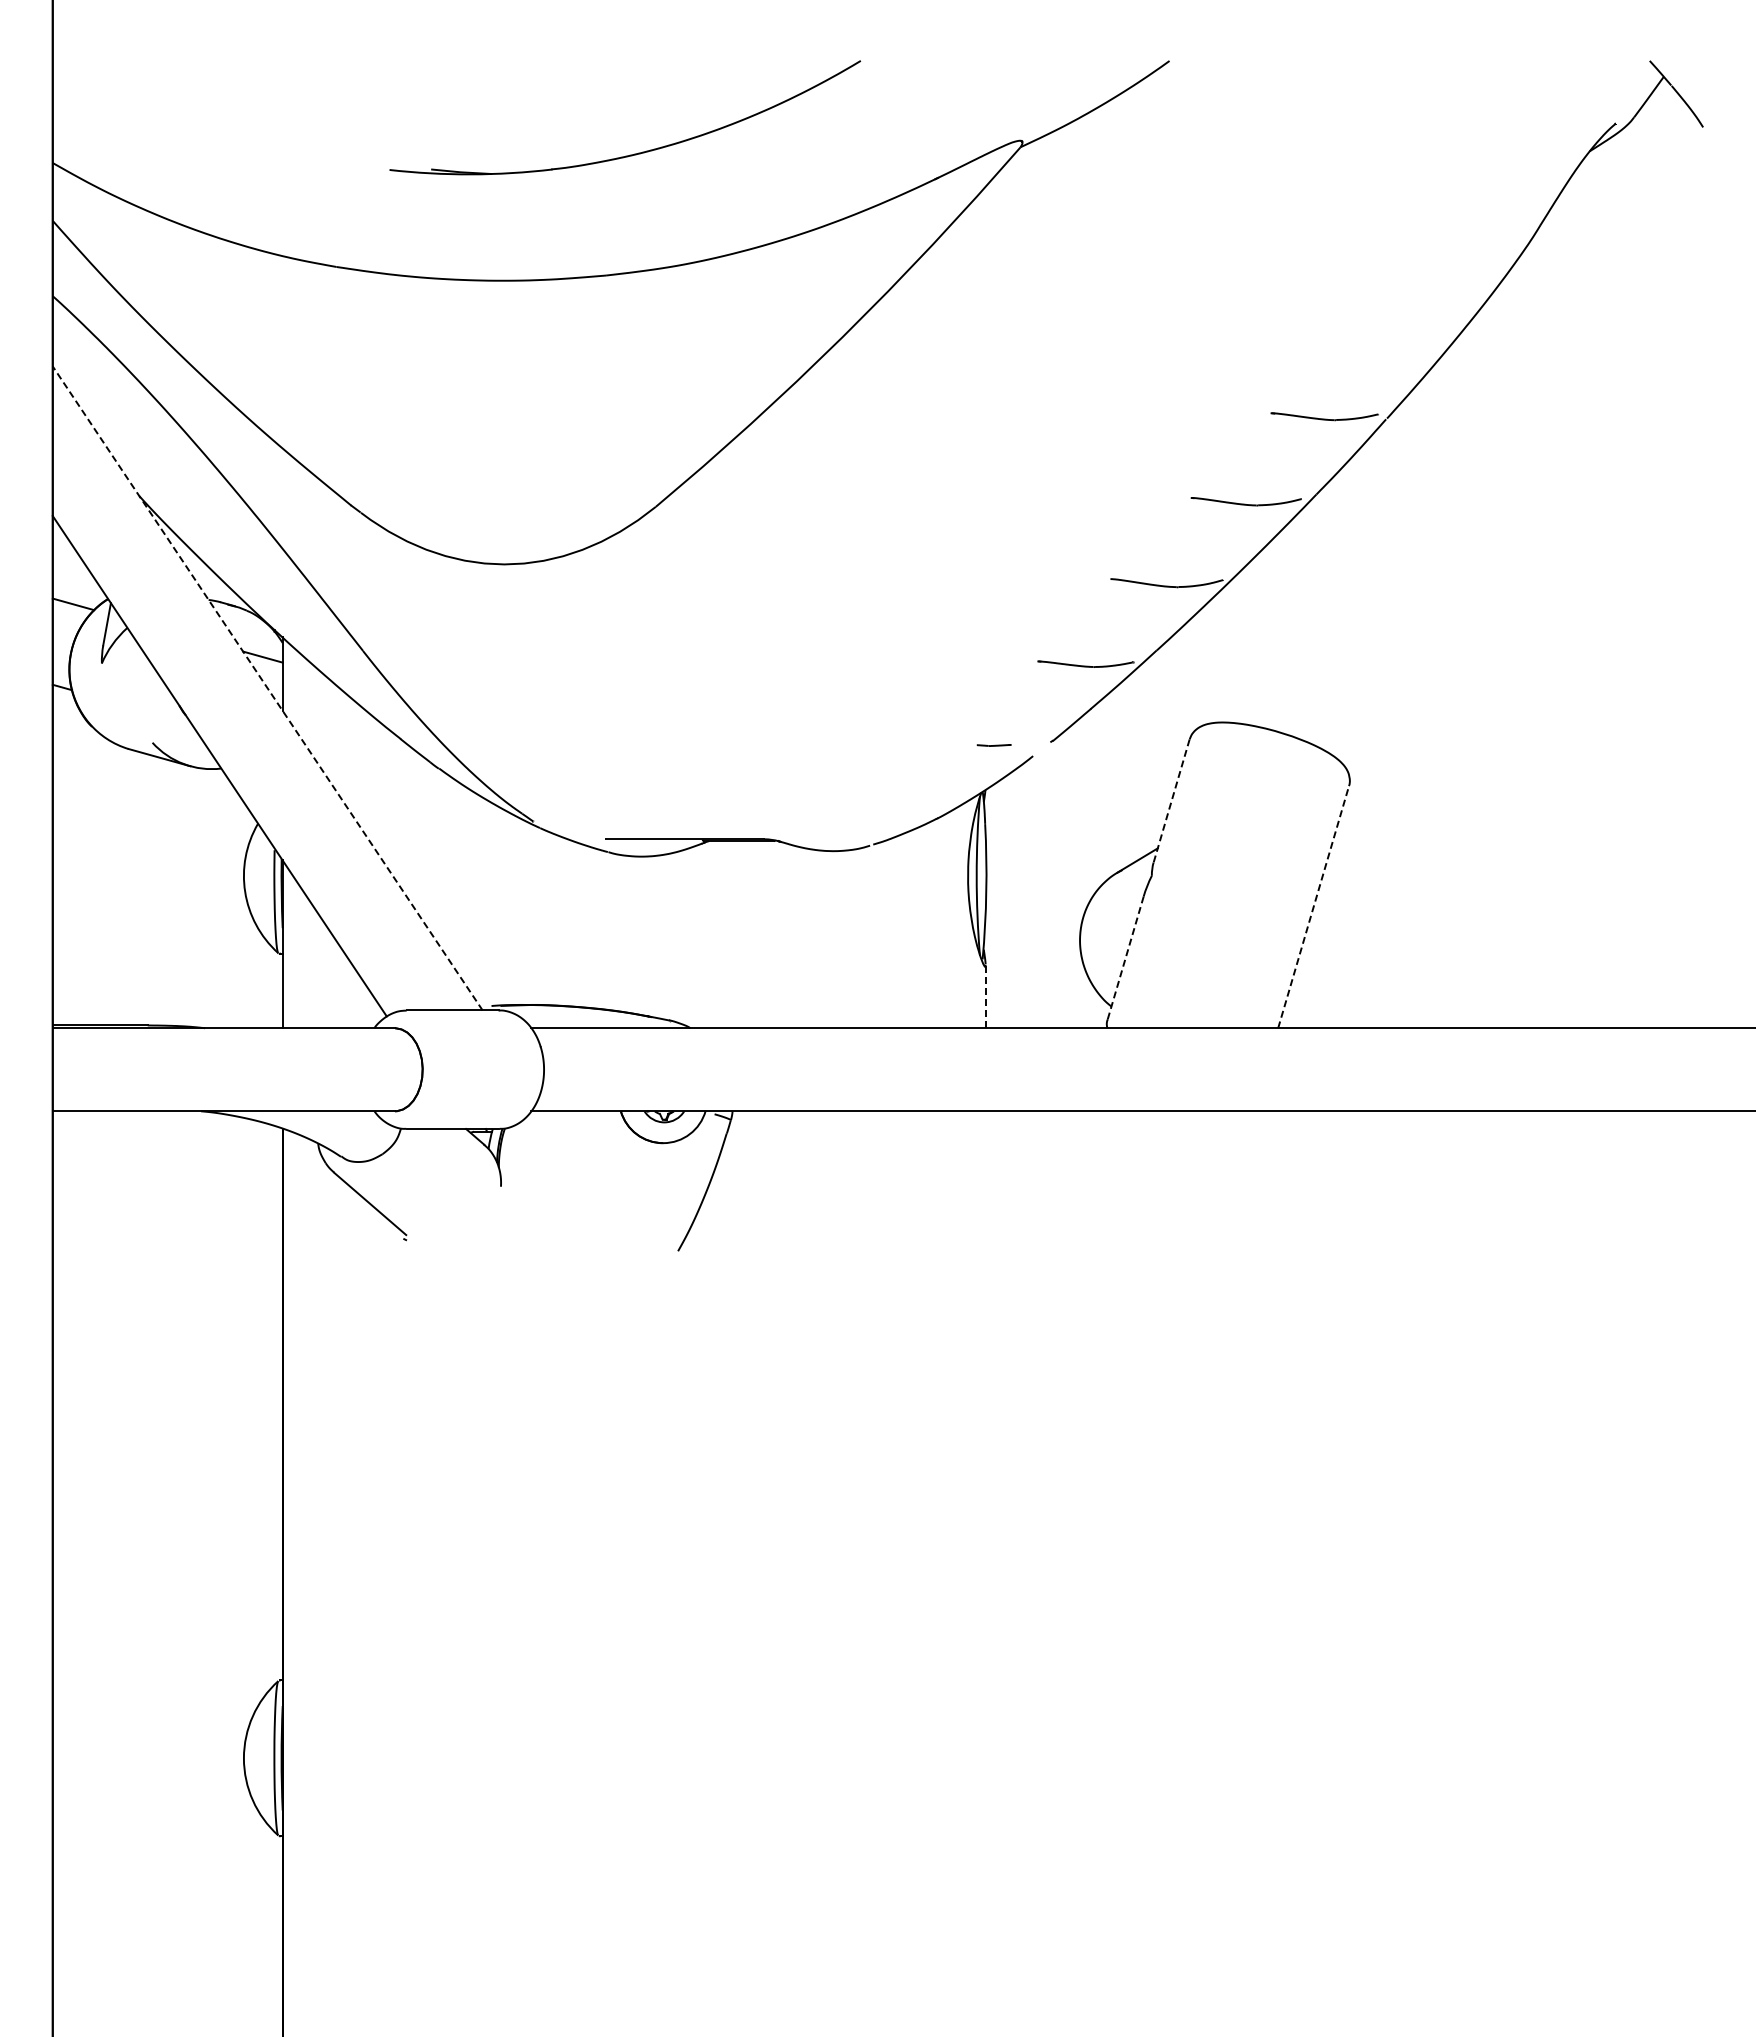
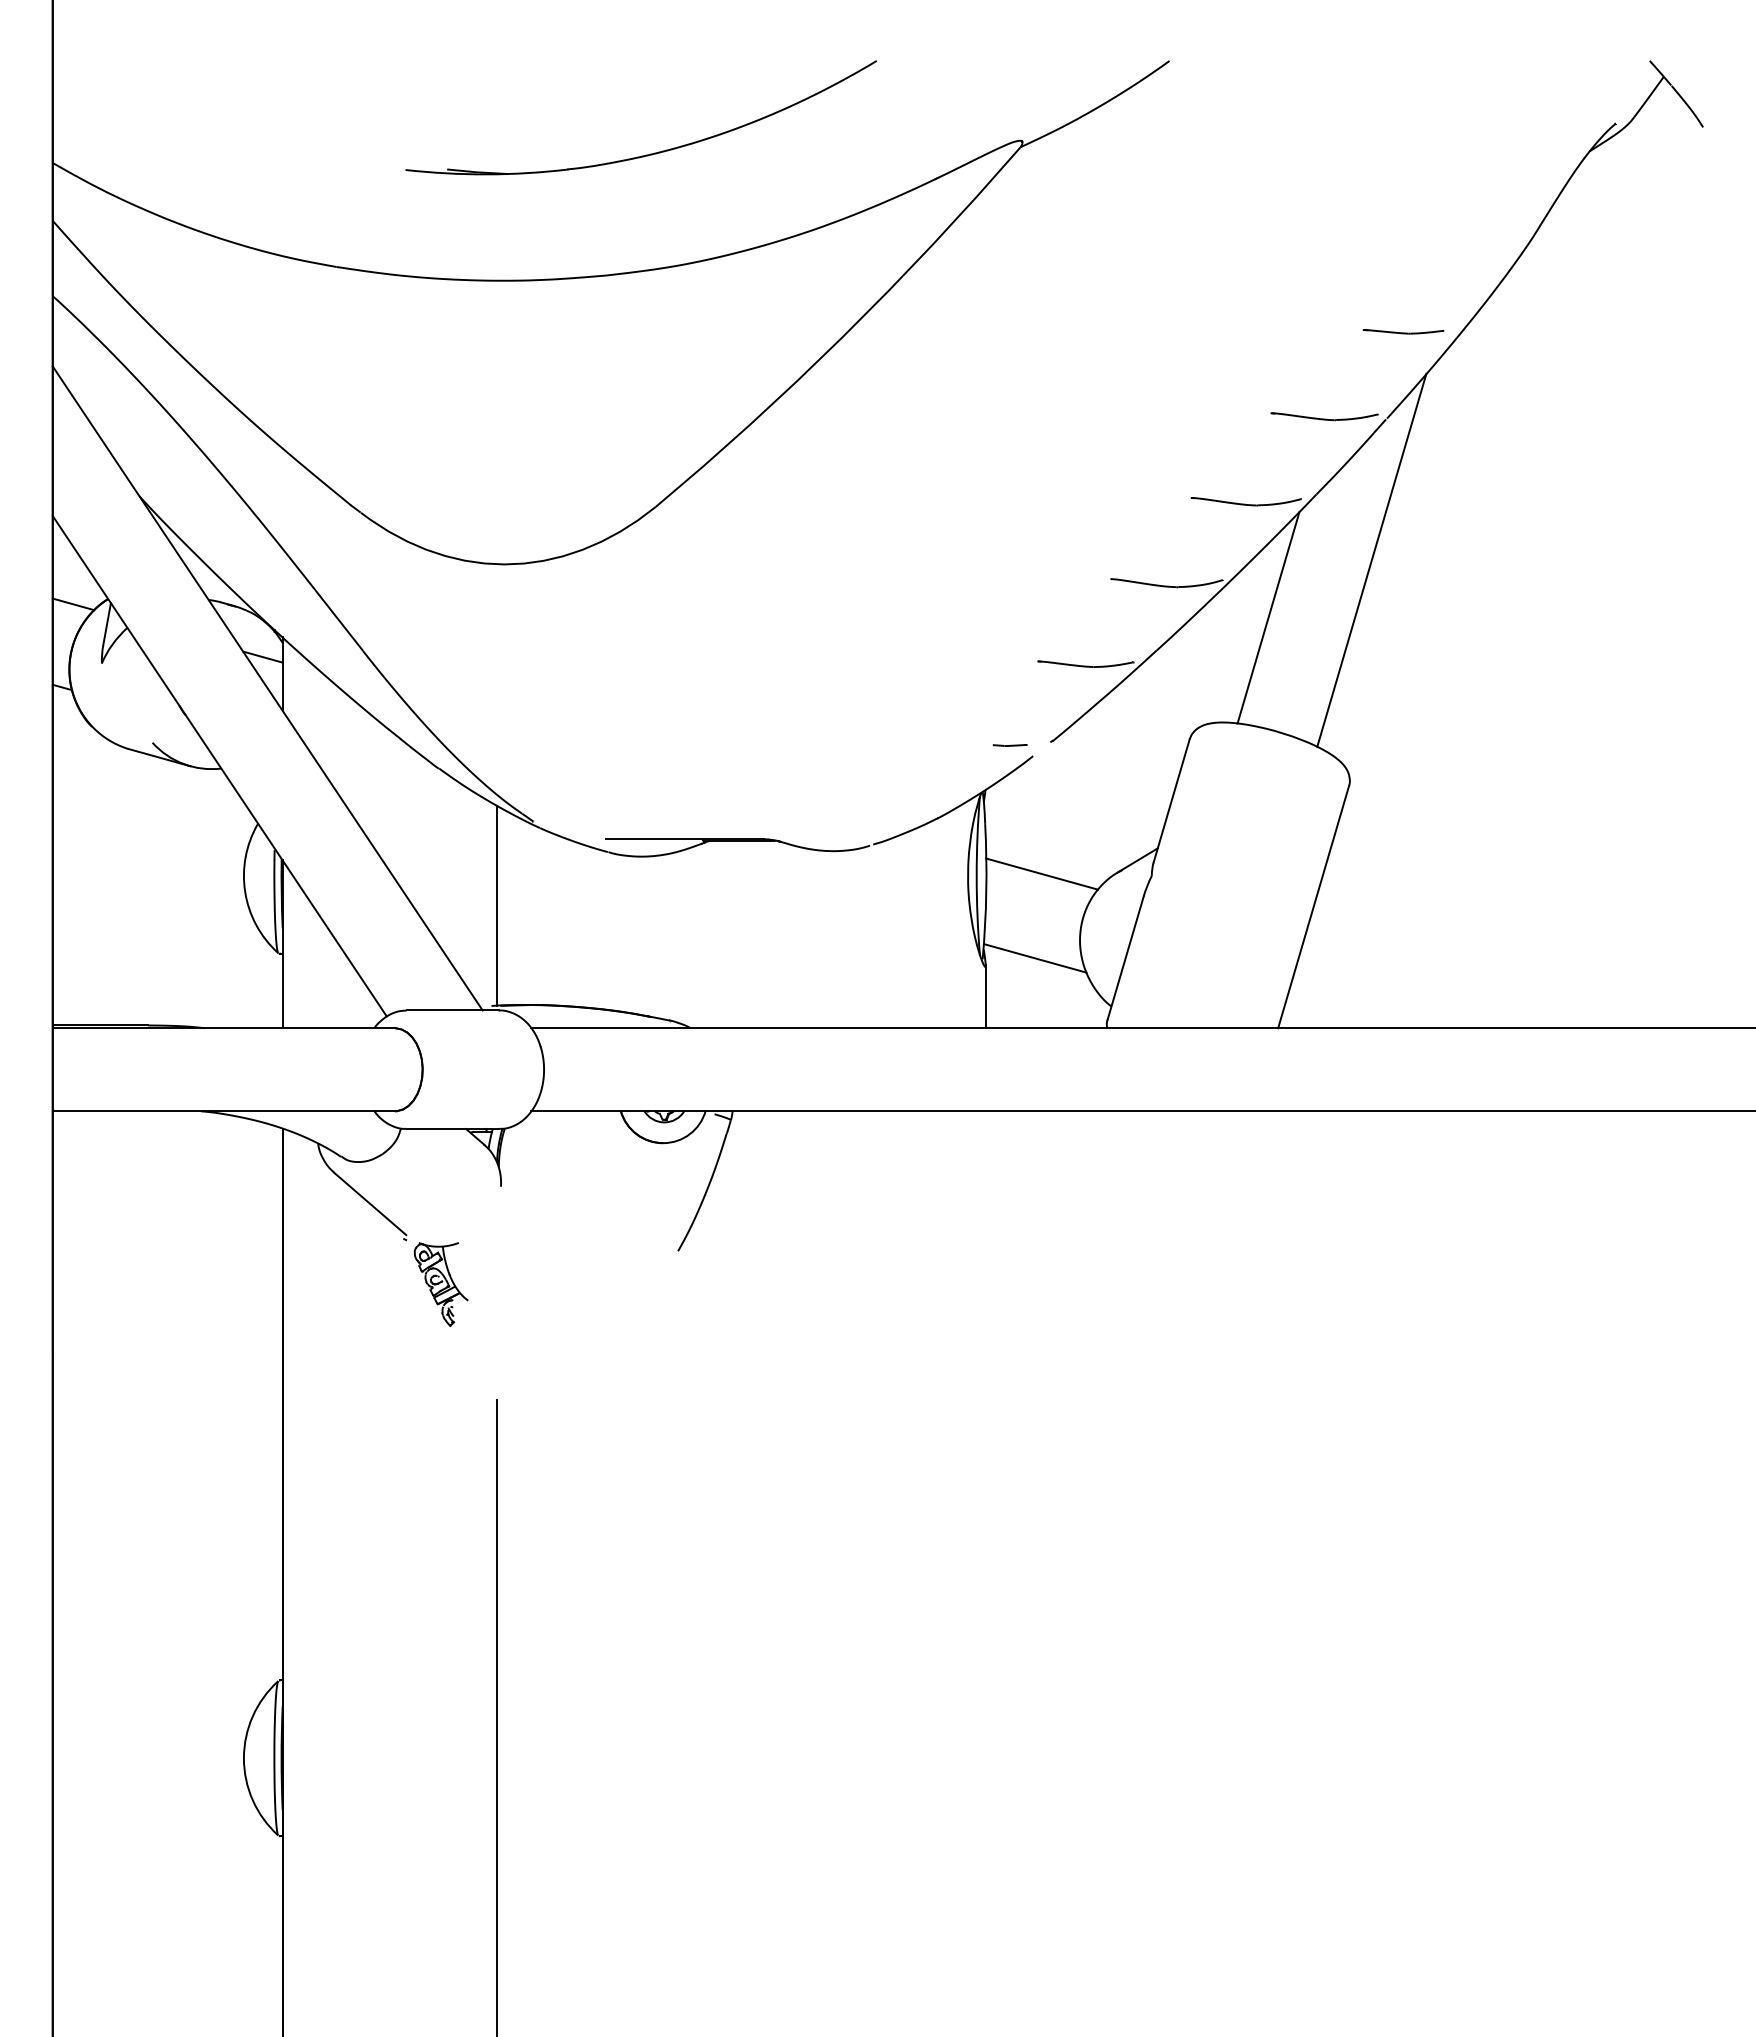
part at (634, 153) position: (634, 153) -> (650, 153)
part at (1403, 331): none -> present
line at (1371, 559): none -> present
line at (1268, 617): none -> present
line at (267, 688): dashed -> solid
line at (993, 745) position: (993, 745) -> (1009, 745)
line at (1171, 801): dashed -> solid
line at (1041, 873): none -> present
line at (497, 905): none -> present
line at (1313, 906): dashed -> solid
line at (1035, 958): none -> present
line at (1125, 958): dashed -> solid
line at (985, 996): dashed -> solid
part at (440, 1284): none -> present
line at (497, 1716): none -> present
